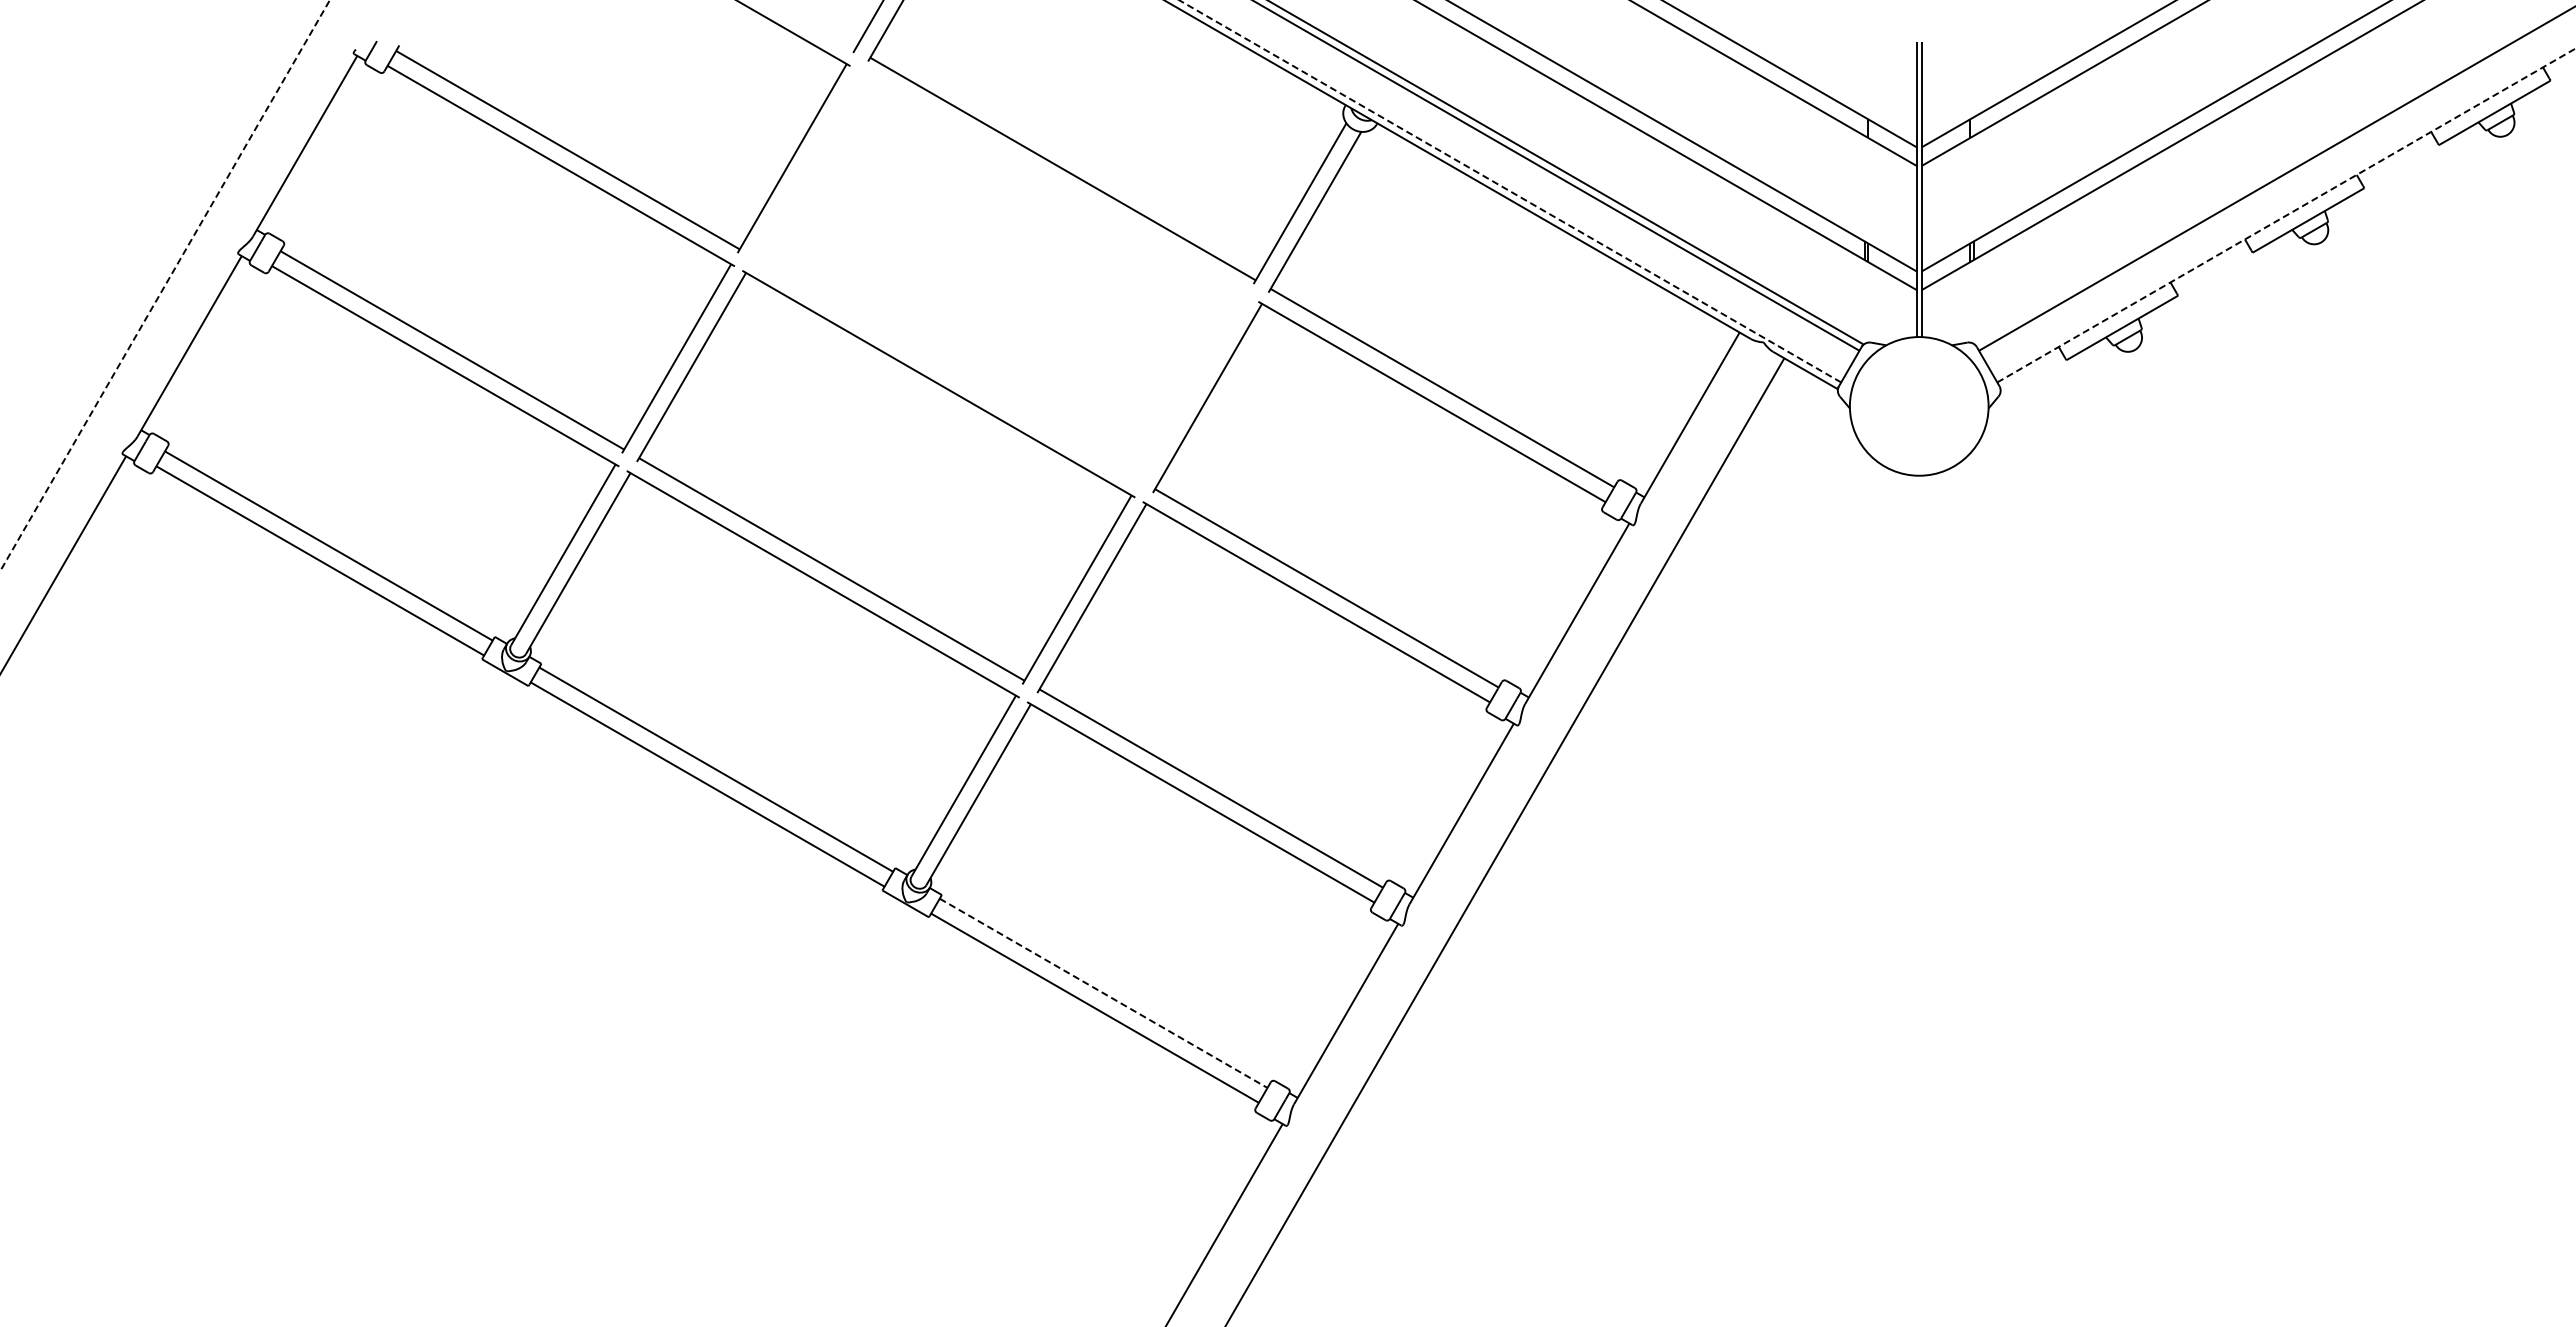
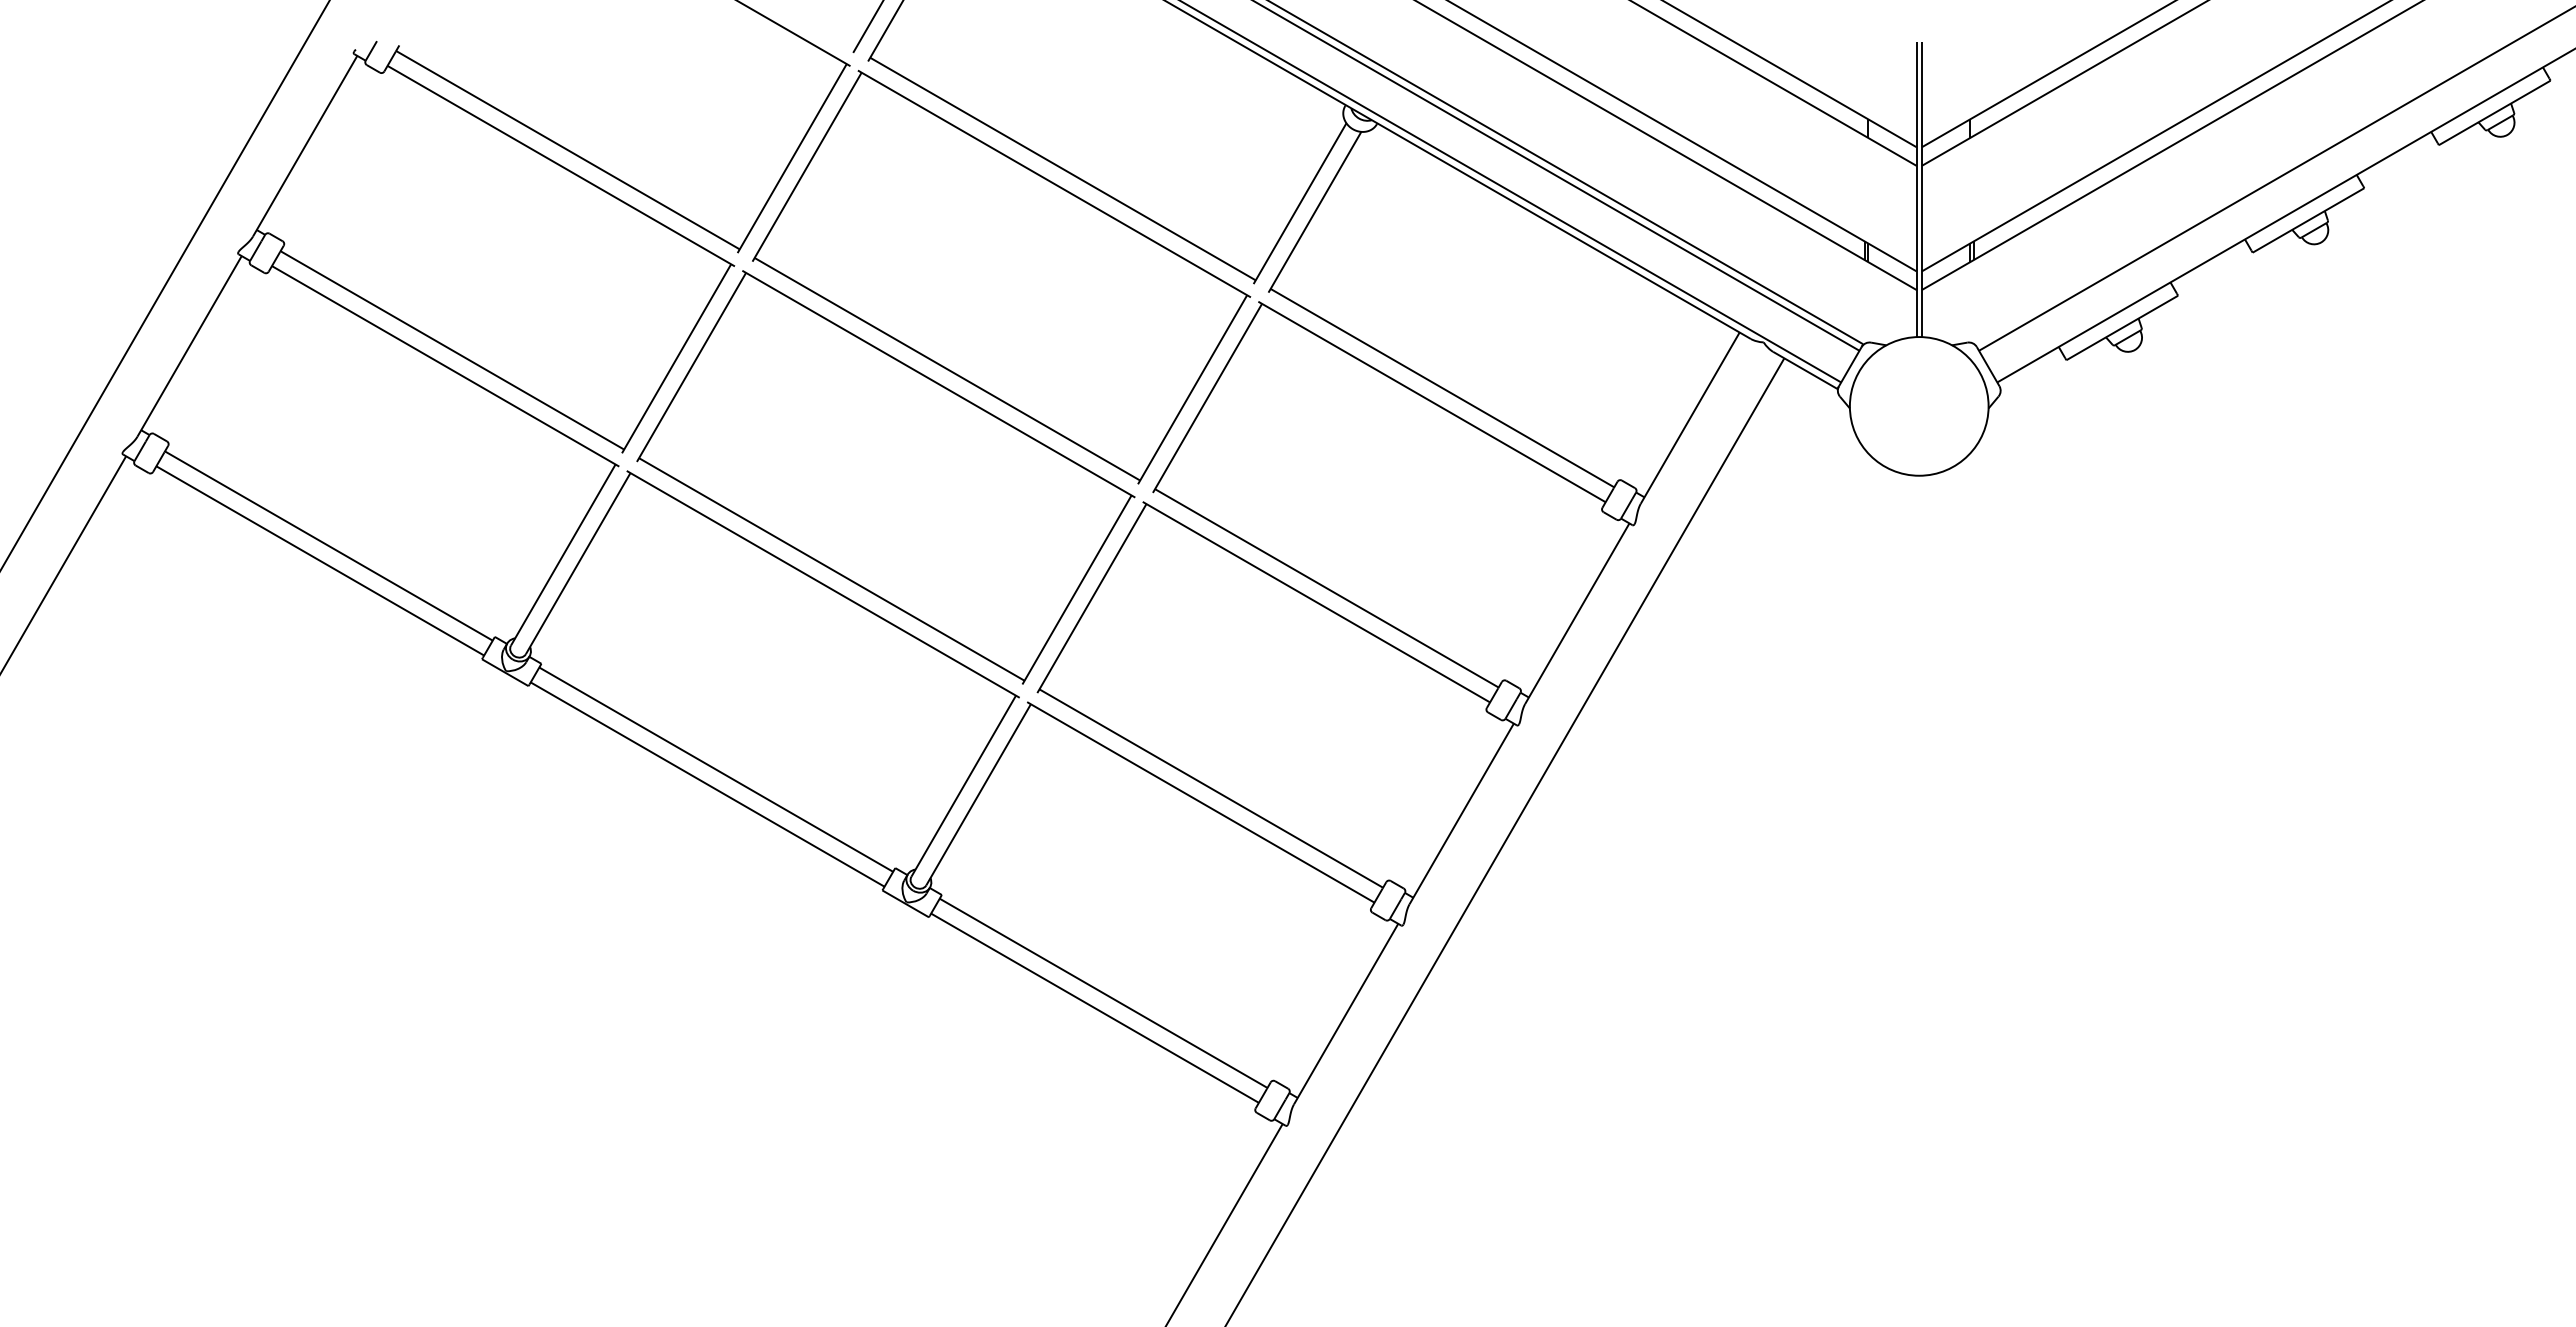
line at (1509, 191): dashed -> solid
line at (2286, 215): dashed -> solid
part at (1001, 277): none -> present
line at (164, 285): dashed -> solid
line at (1104, 993): dashed -> solid
